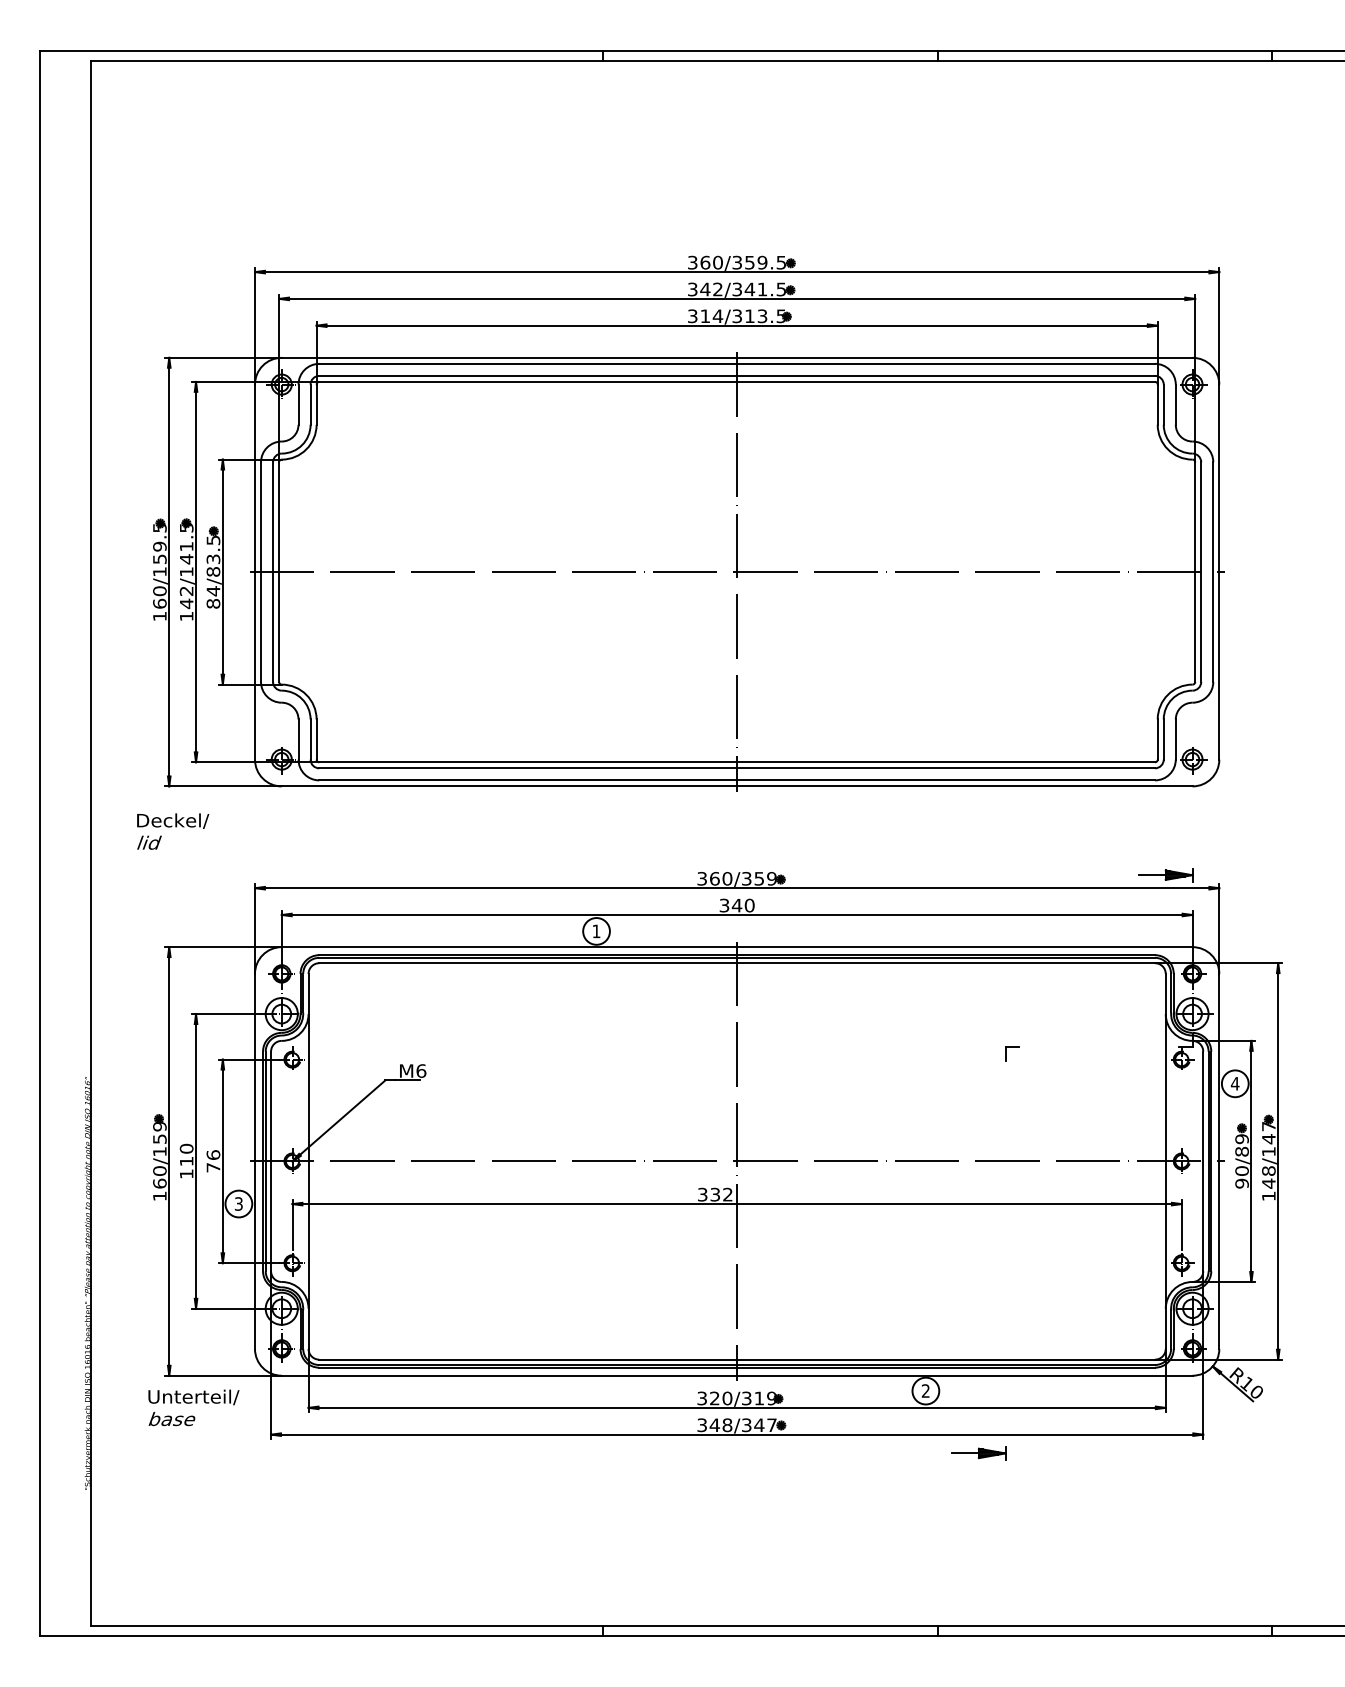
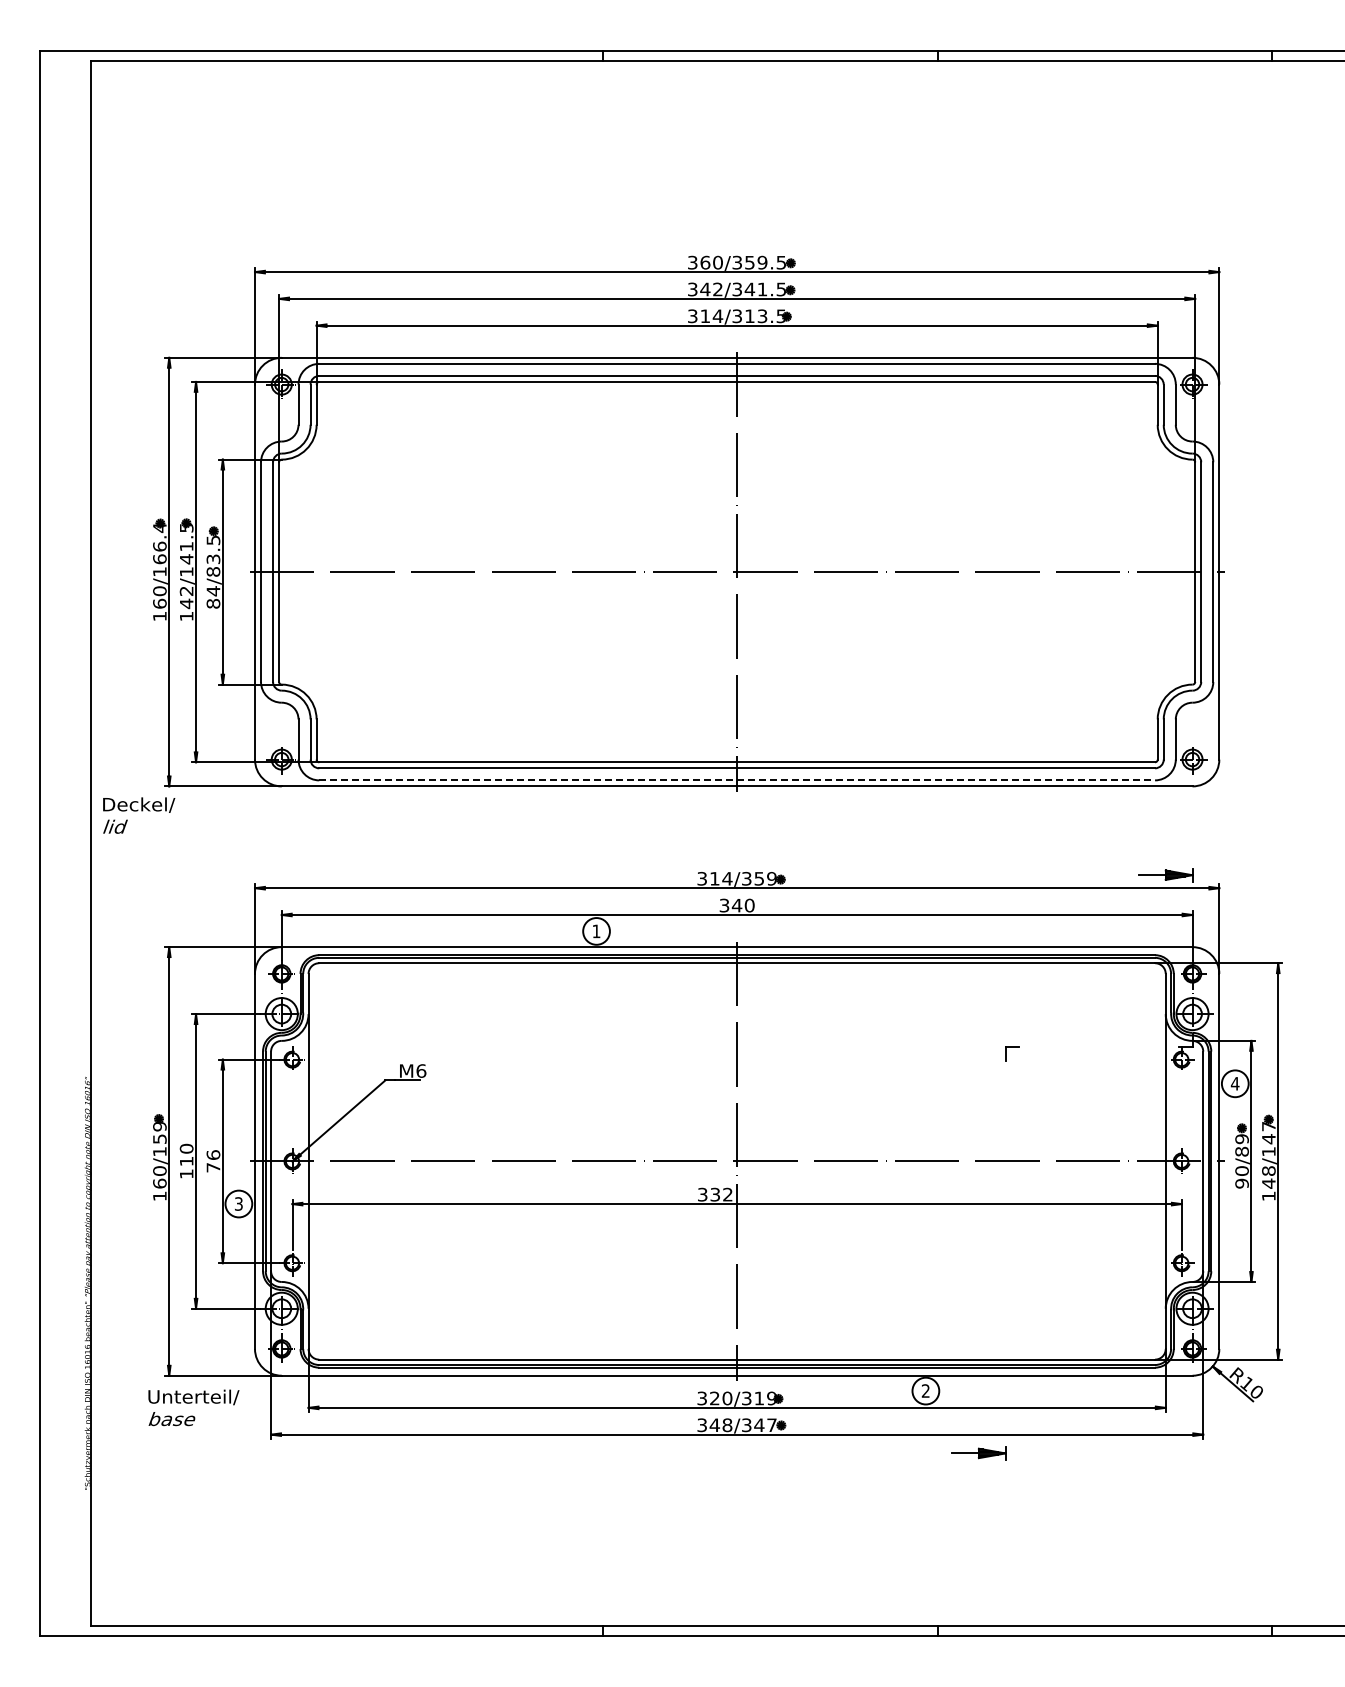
text at (159, 544): 160/159.5 -> 160/166.4
line at (737, 780): solid -> dashed
text at (173, 831) position: (173, 831) -> (139, 815)
text at (721, 878): 360/359 -> 314/359
